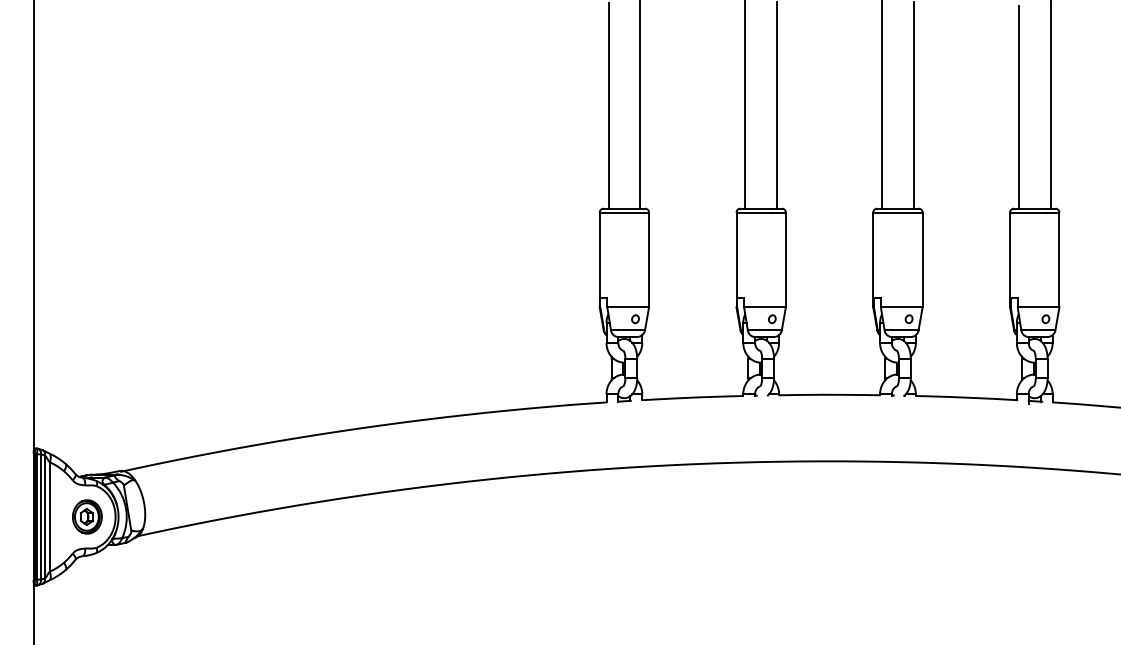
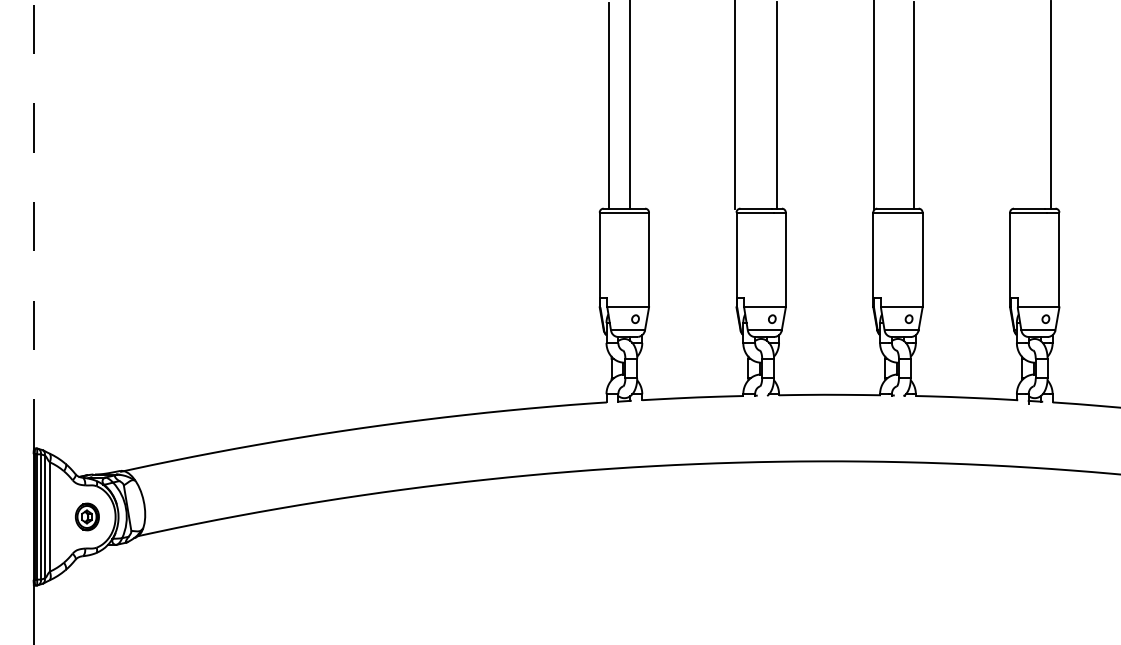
line at (640, 105) position: (640, 105) -> (630, 105)
line at (745, 105) position: (745, 105) -> (735, 105)
line at (882, 105) position: (882, 105) -> (874, 105)
line at (1018, 106): present -> none
line at (34, 223): solid -> dashed
part at (87, 516) size: 31x36 px -> 25x30 px
